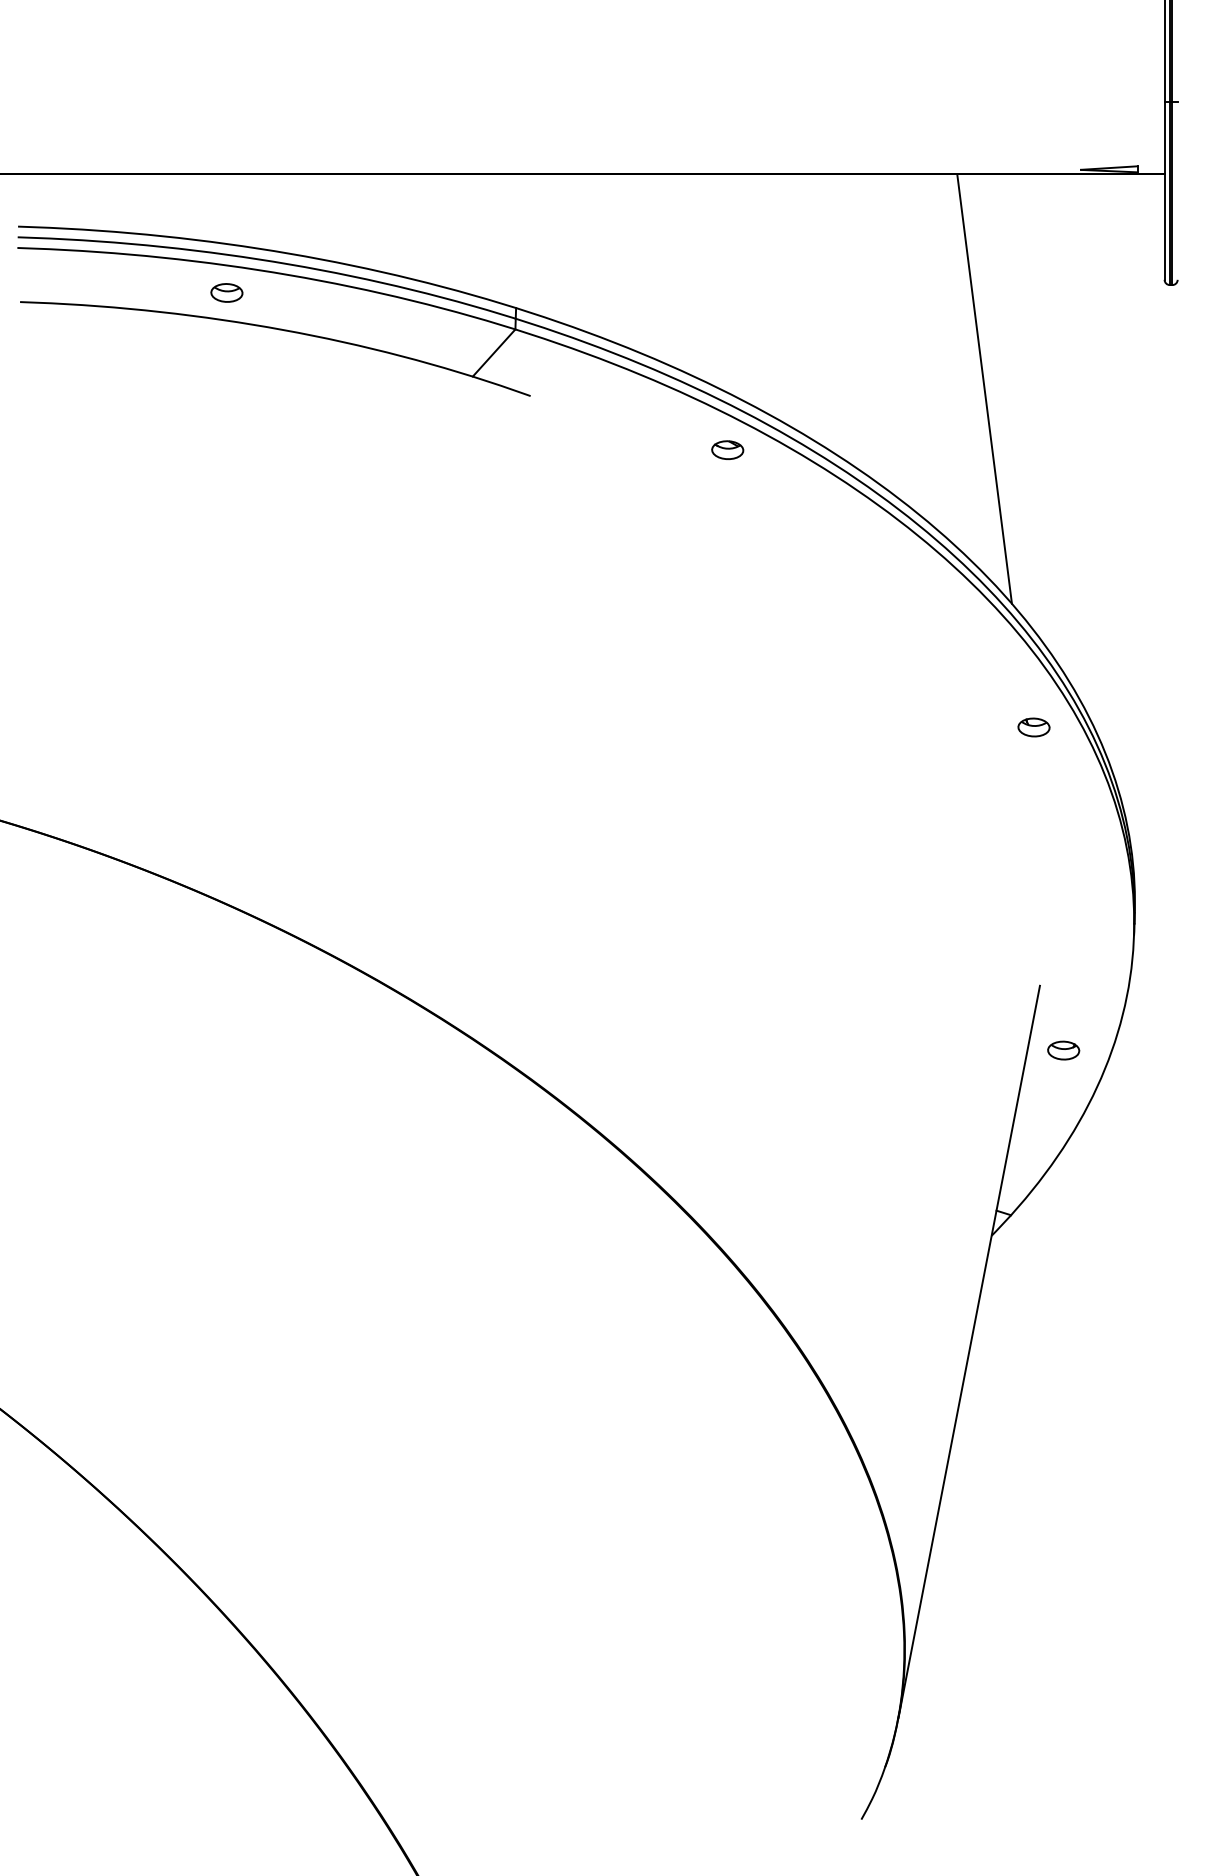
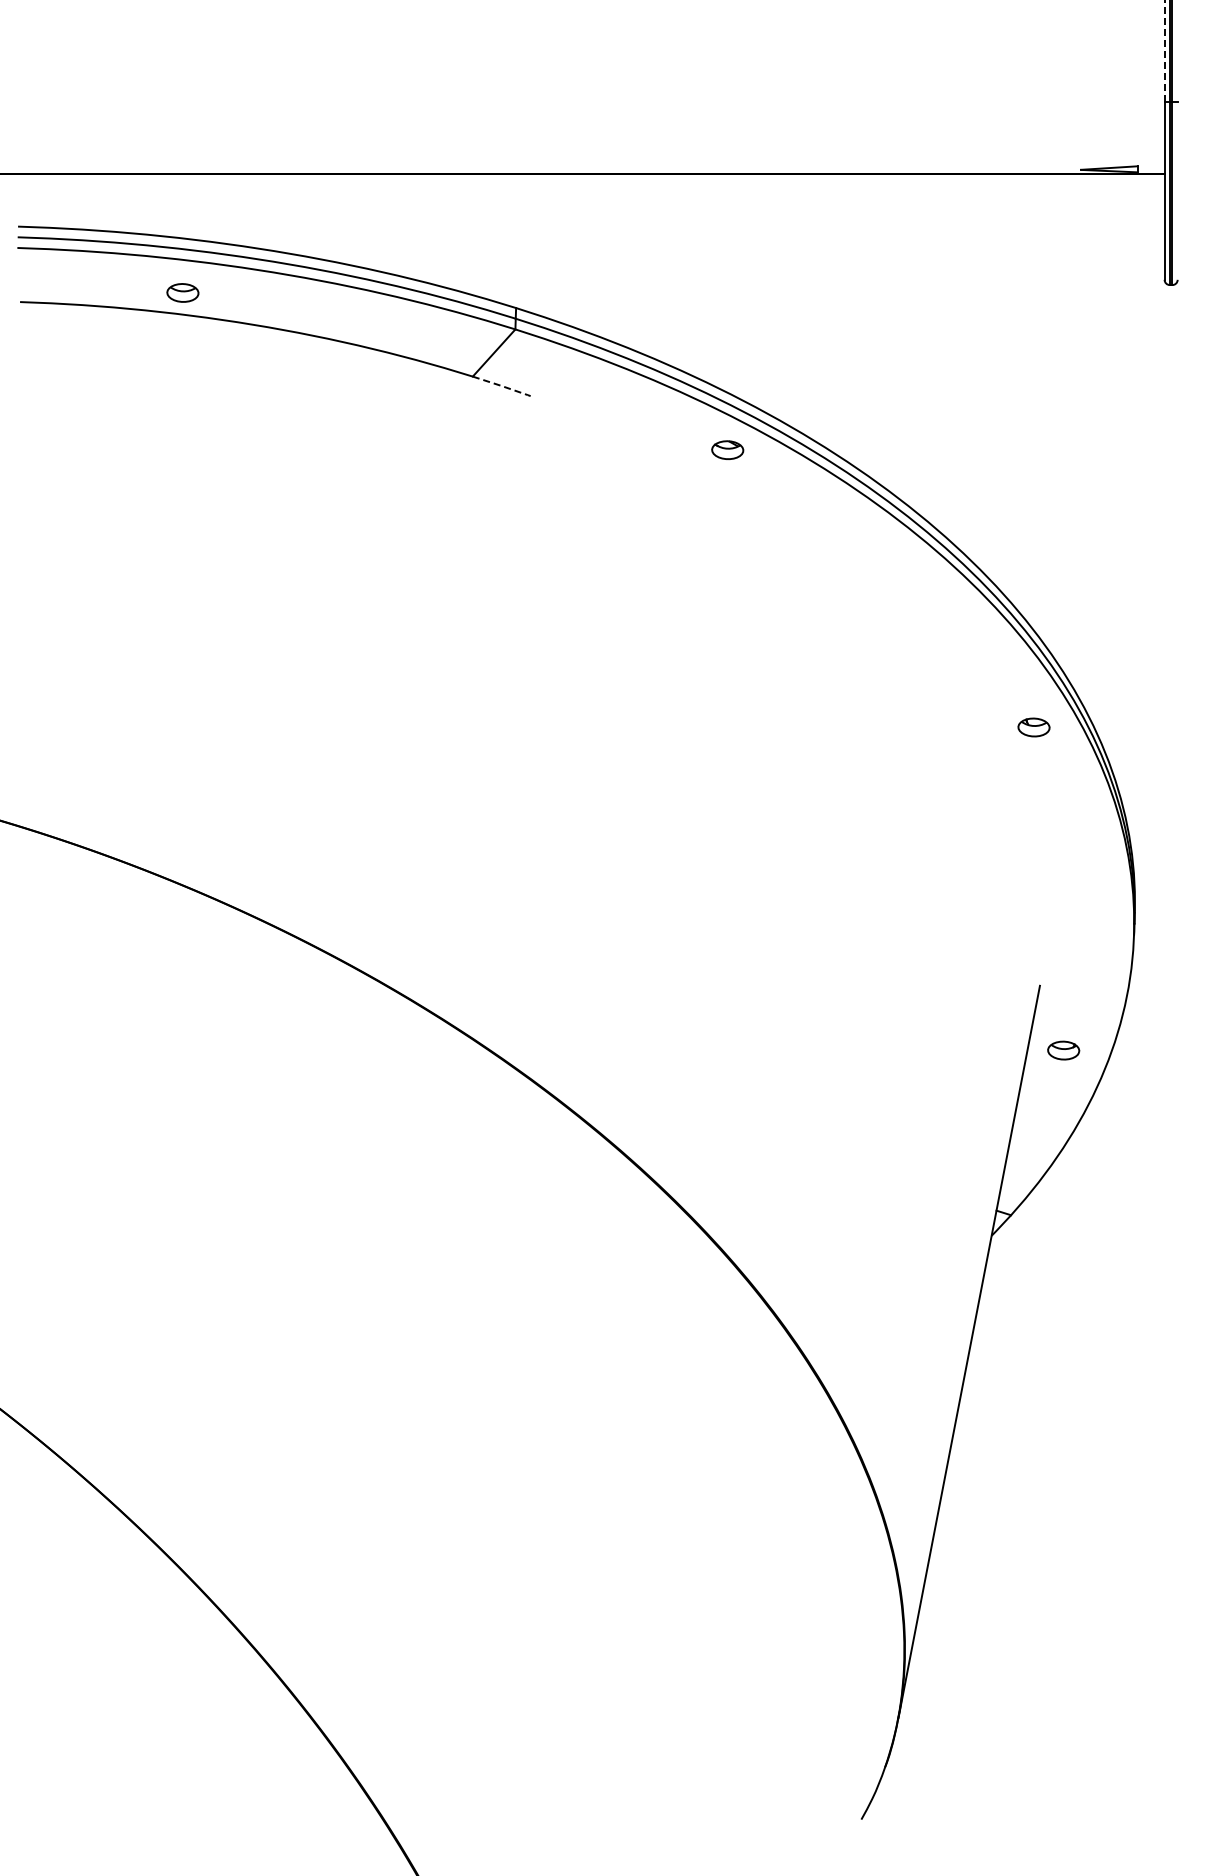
line at (1164, 51): solid -> dashed
part at (226, 292) position: (226, 292) -> (182, 292)
line at (501, 385): solid -> dashed
line at (984, 388): present -> none
